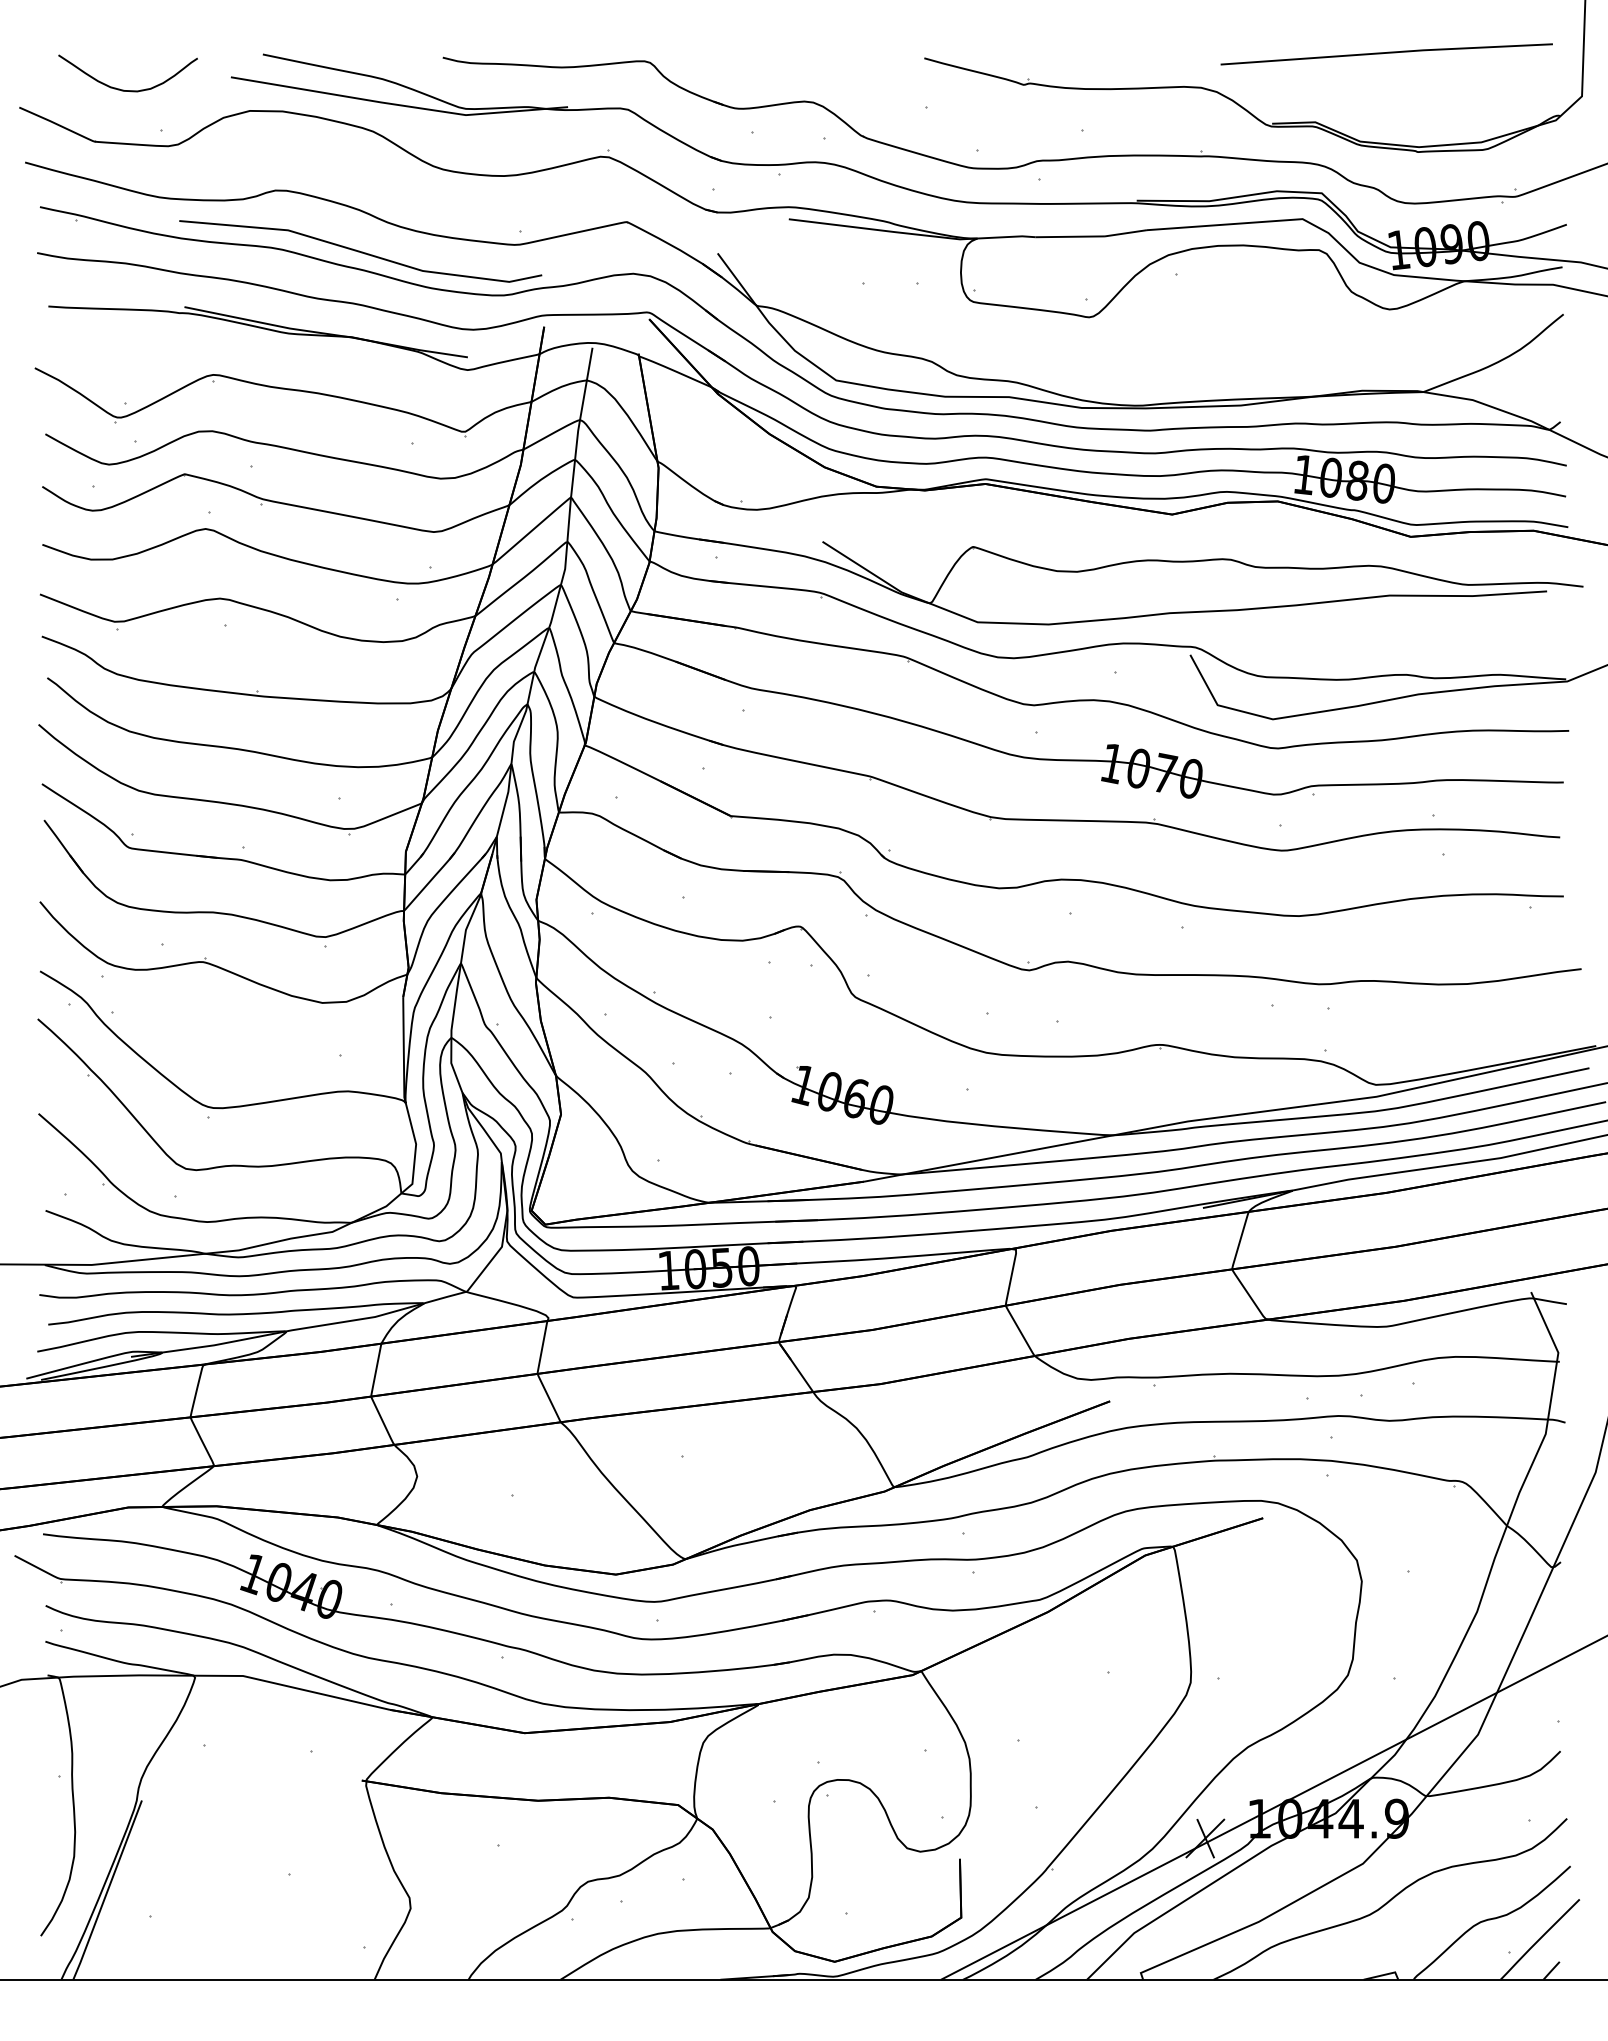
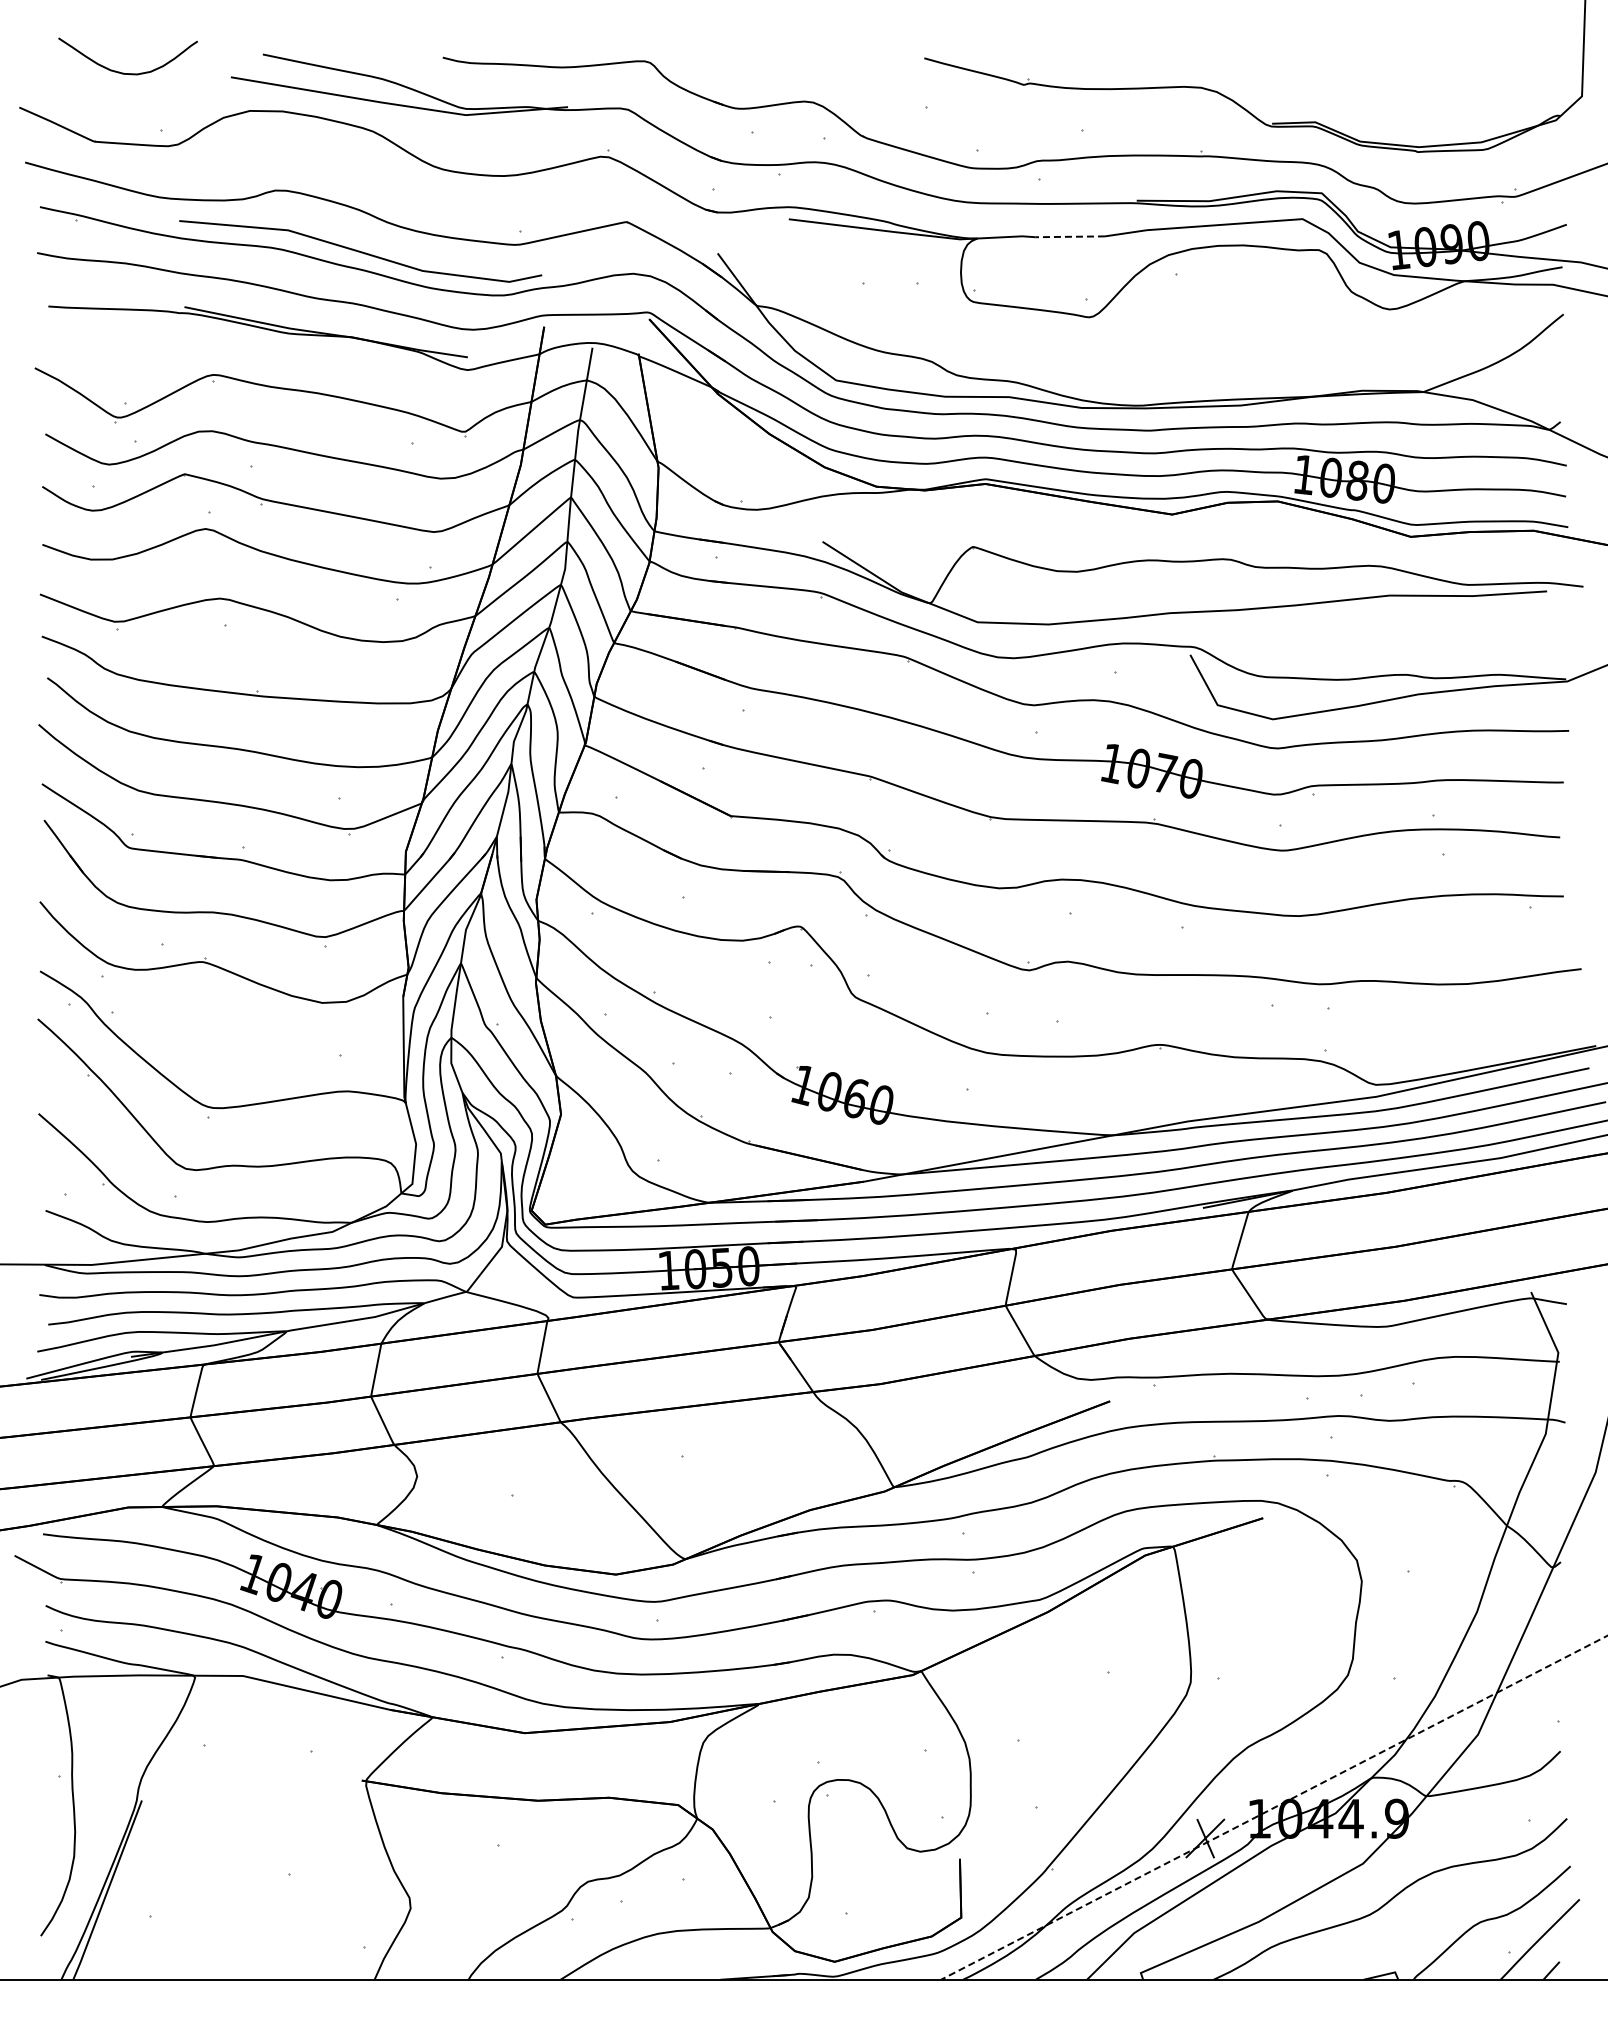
line at (1386, 53): present -> none
curve at (123, 89) position: (123, 89) -> (123, 72)
line at (1070, 236): solid -> dashed
line at (1274, 1807): solid -> dashed
